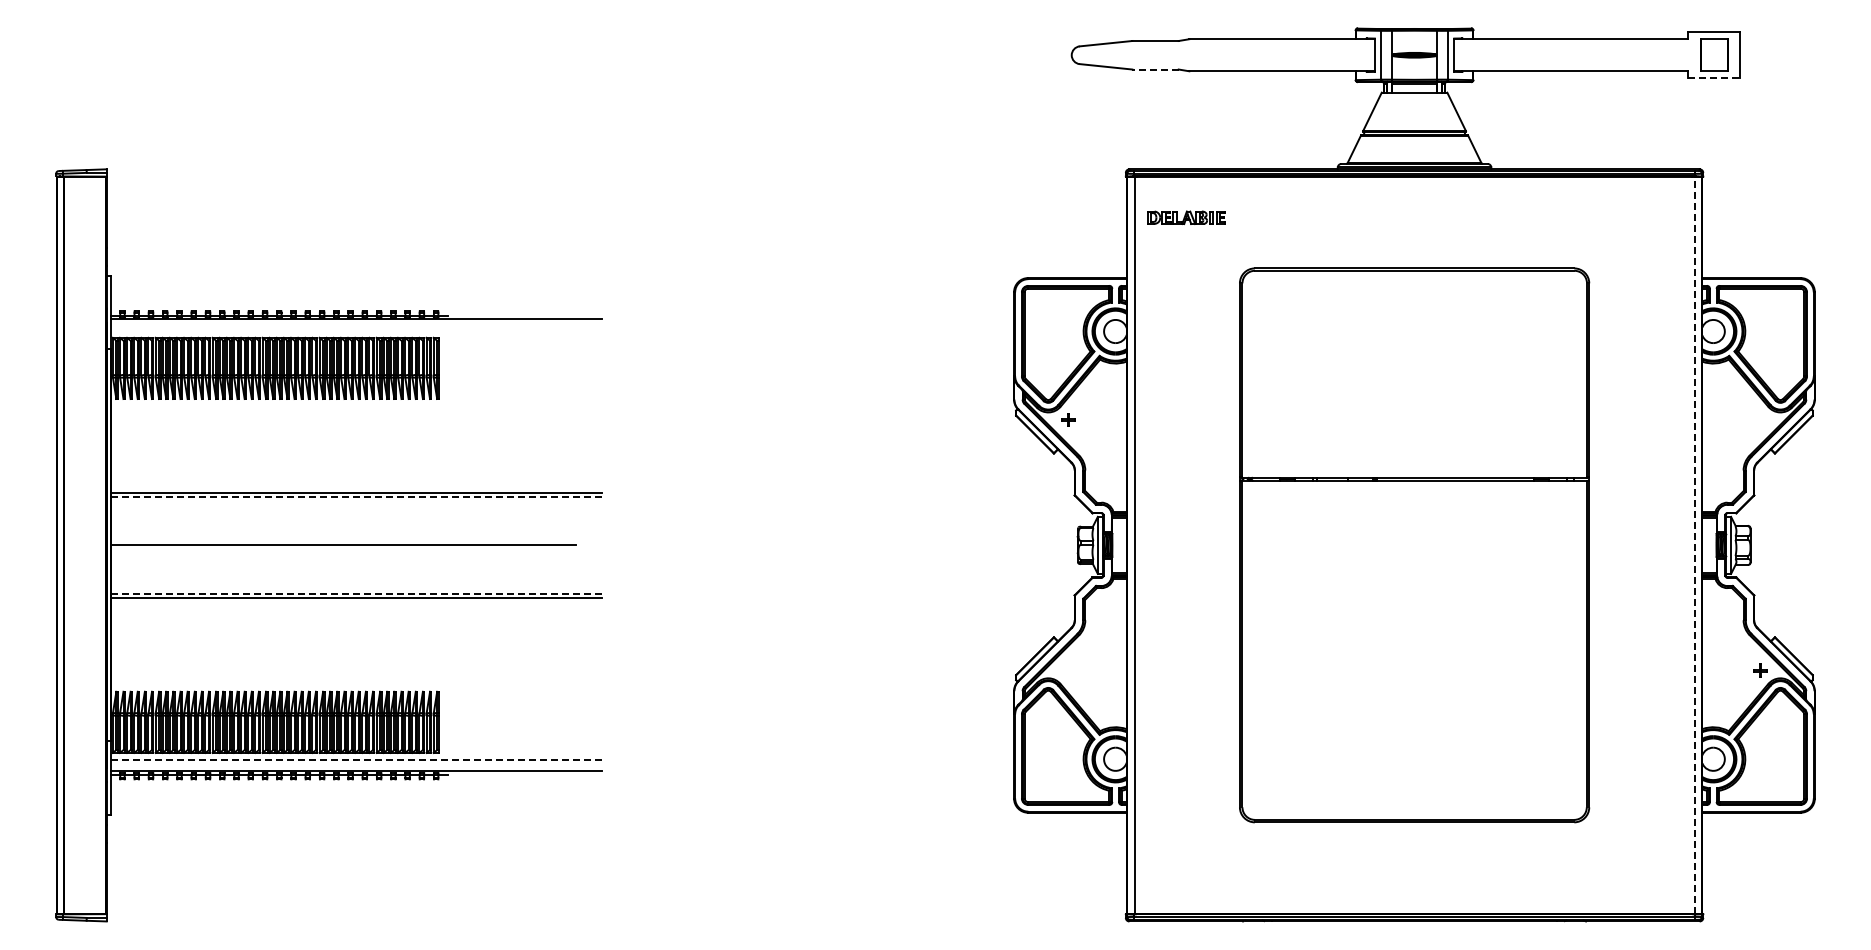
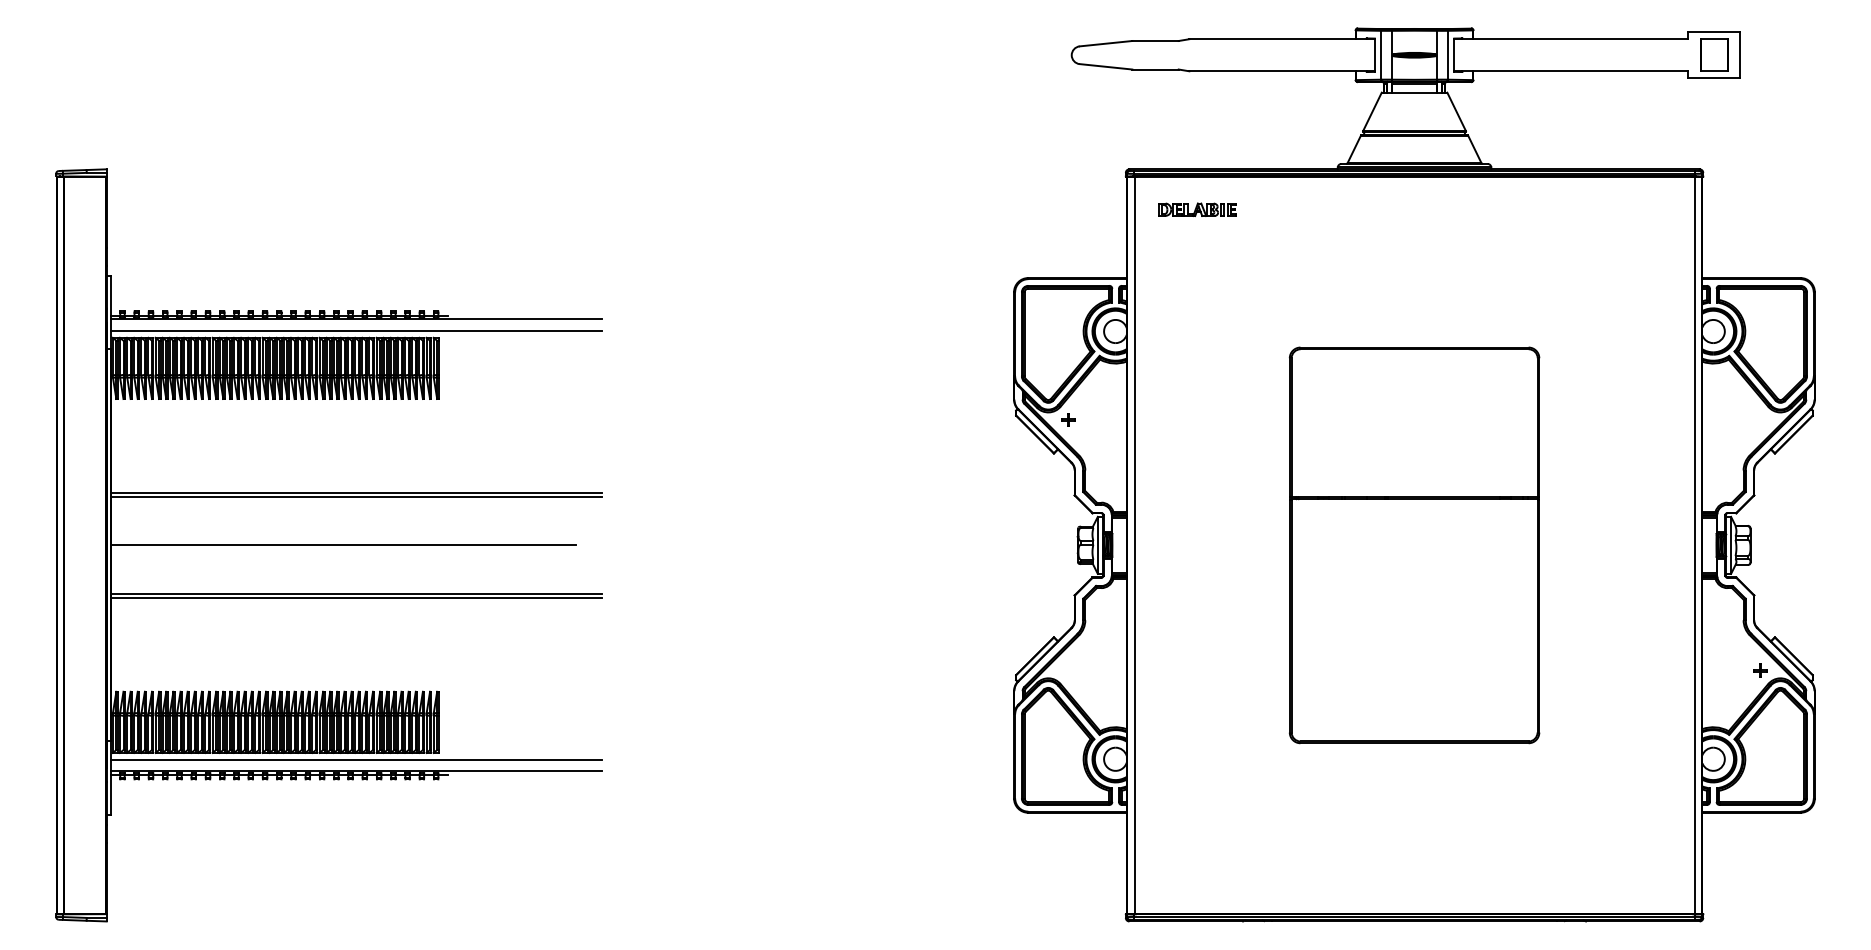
line at (1155, 69): dashed -> solid
line at (1714, 78): dashed -> solid
part at (1186, 217) position: (1186, 217) -> (1197, 209)
line at (355, 330): none -> present
line at (355, 497): dashed -> solid
part at (1414, 545) size: 352x557 px -> 253x399 px
line at (1694, 545): dashed -> solid
line at (355, 593): dashed -> solid
line at (355, 759): dashed -> solid
